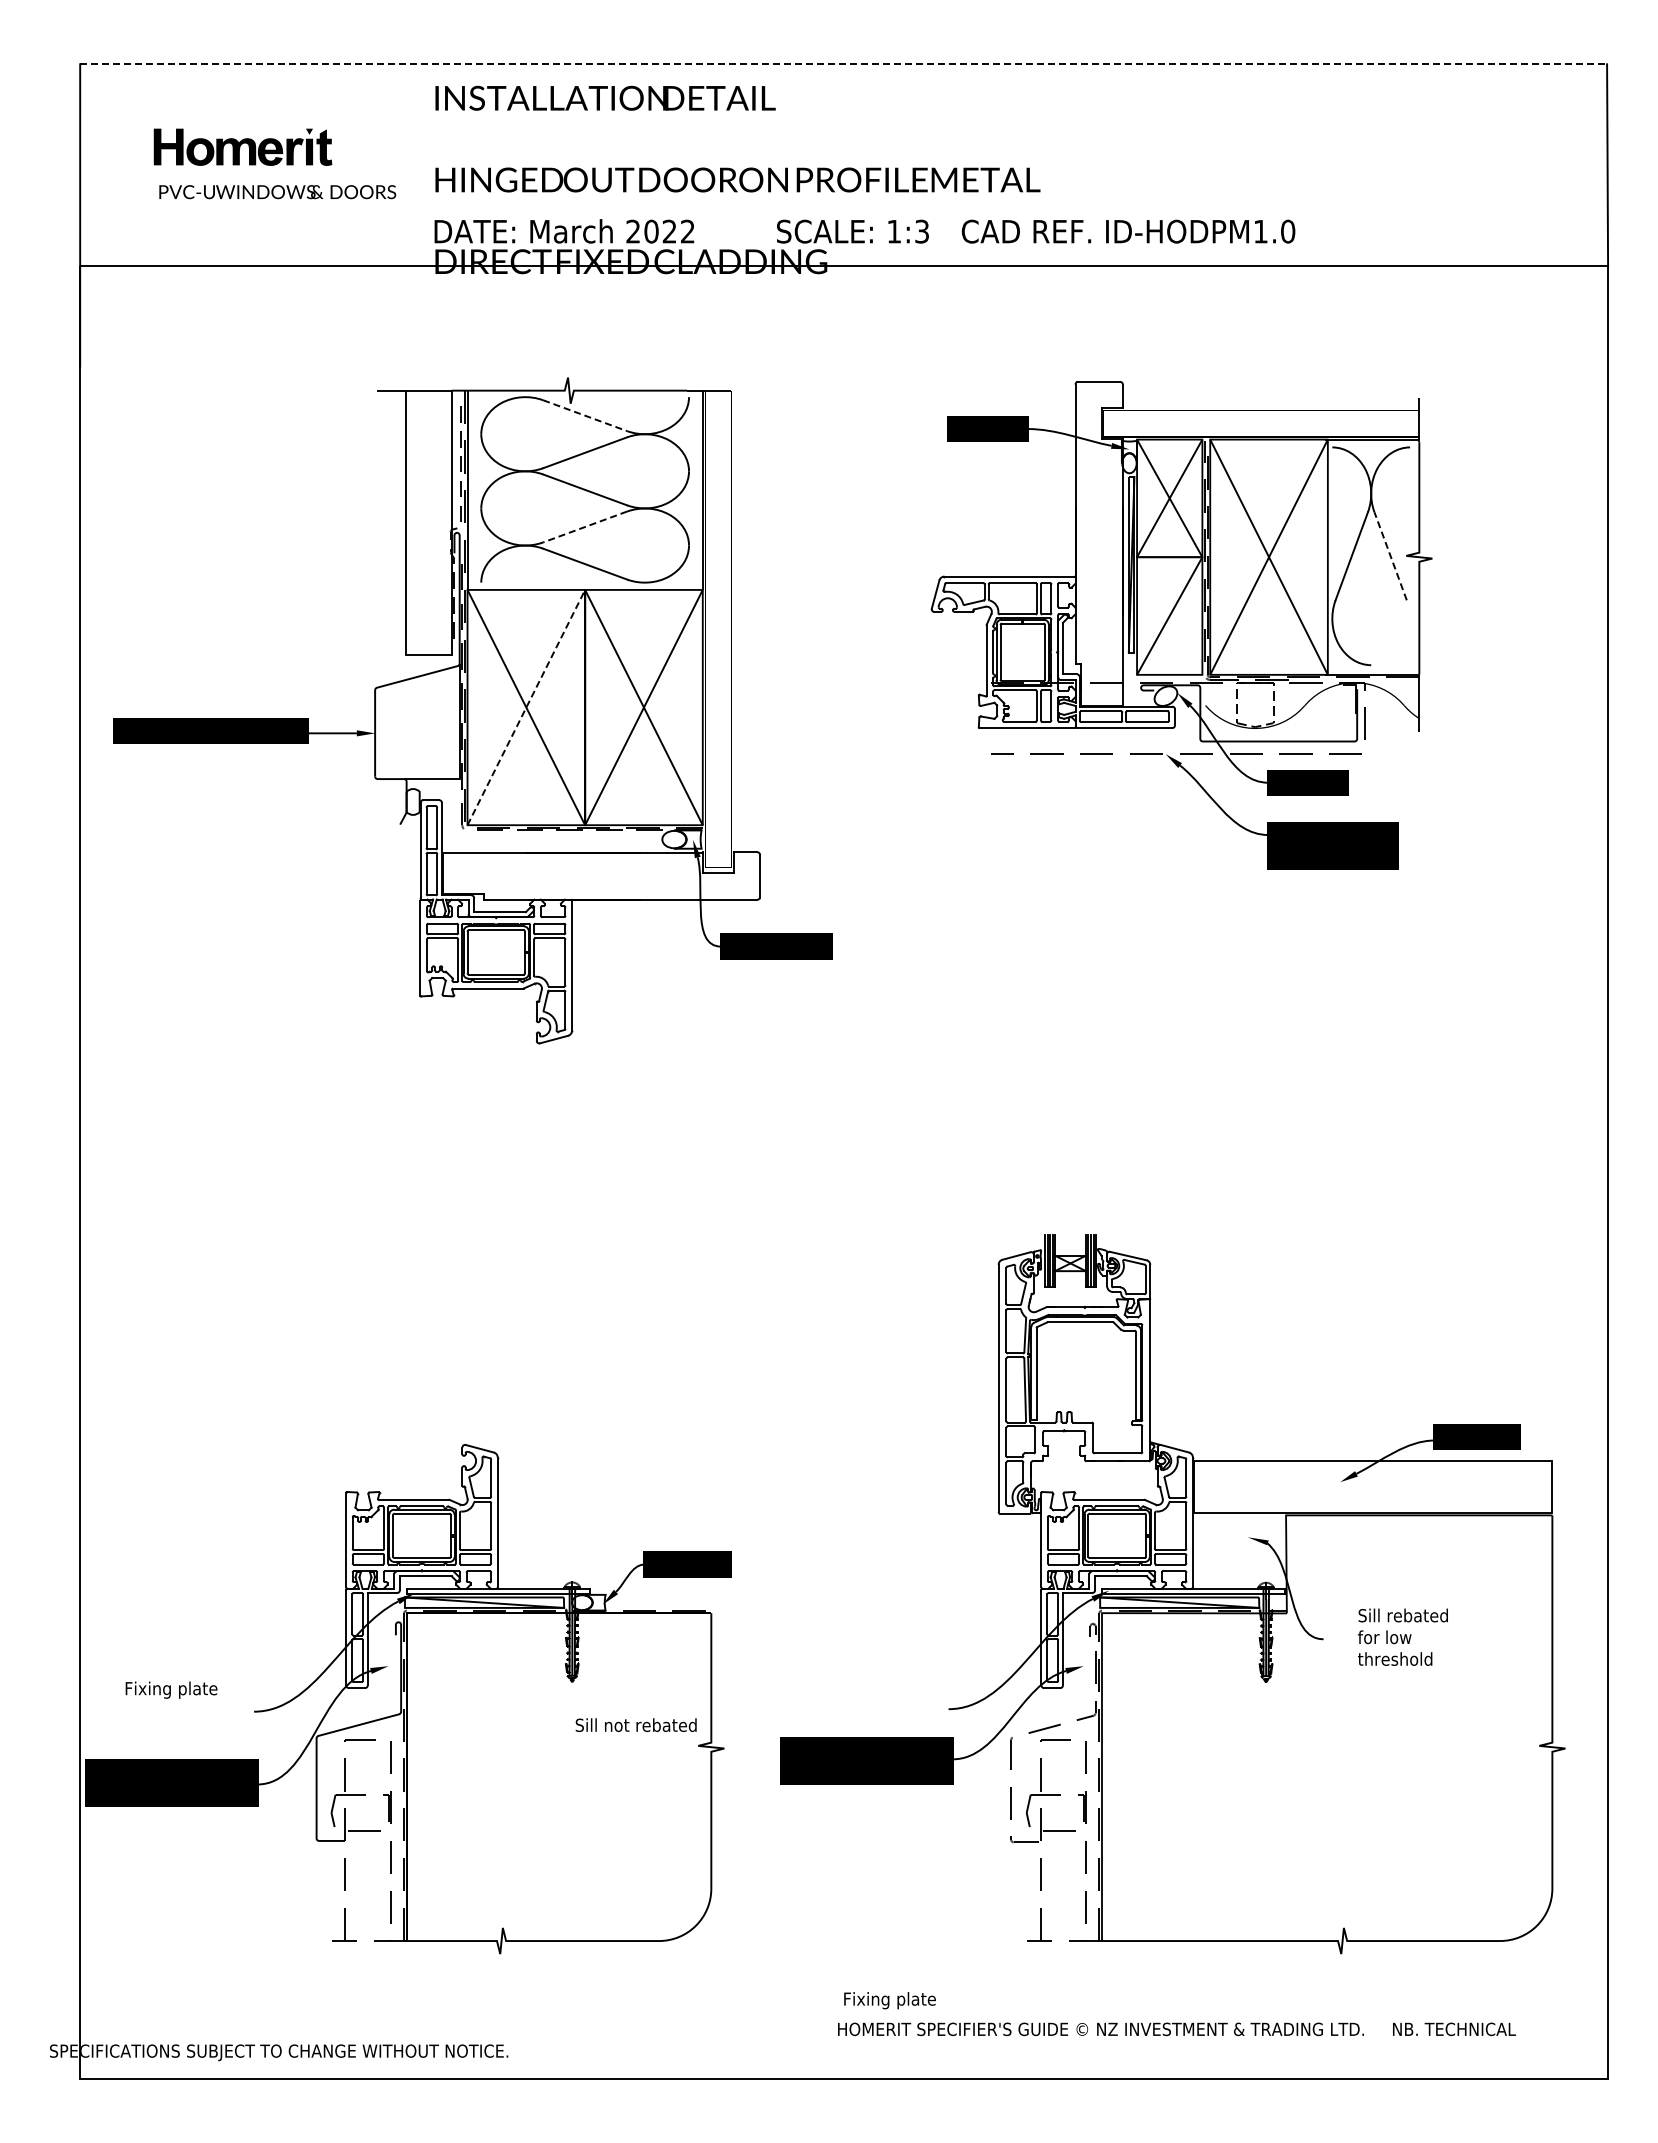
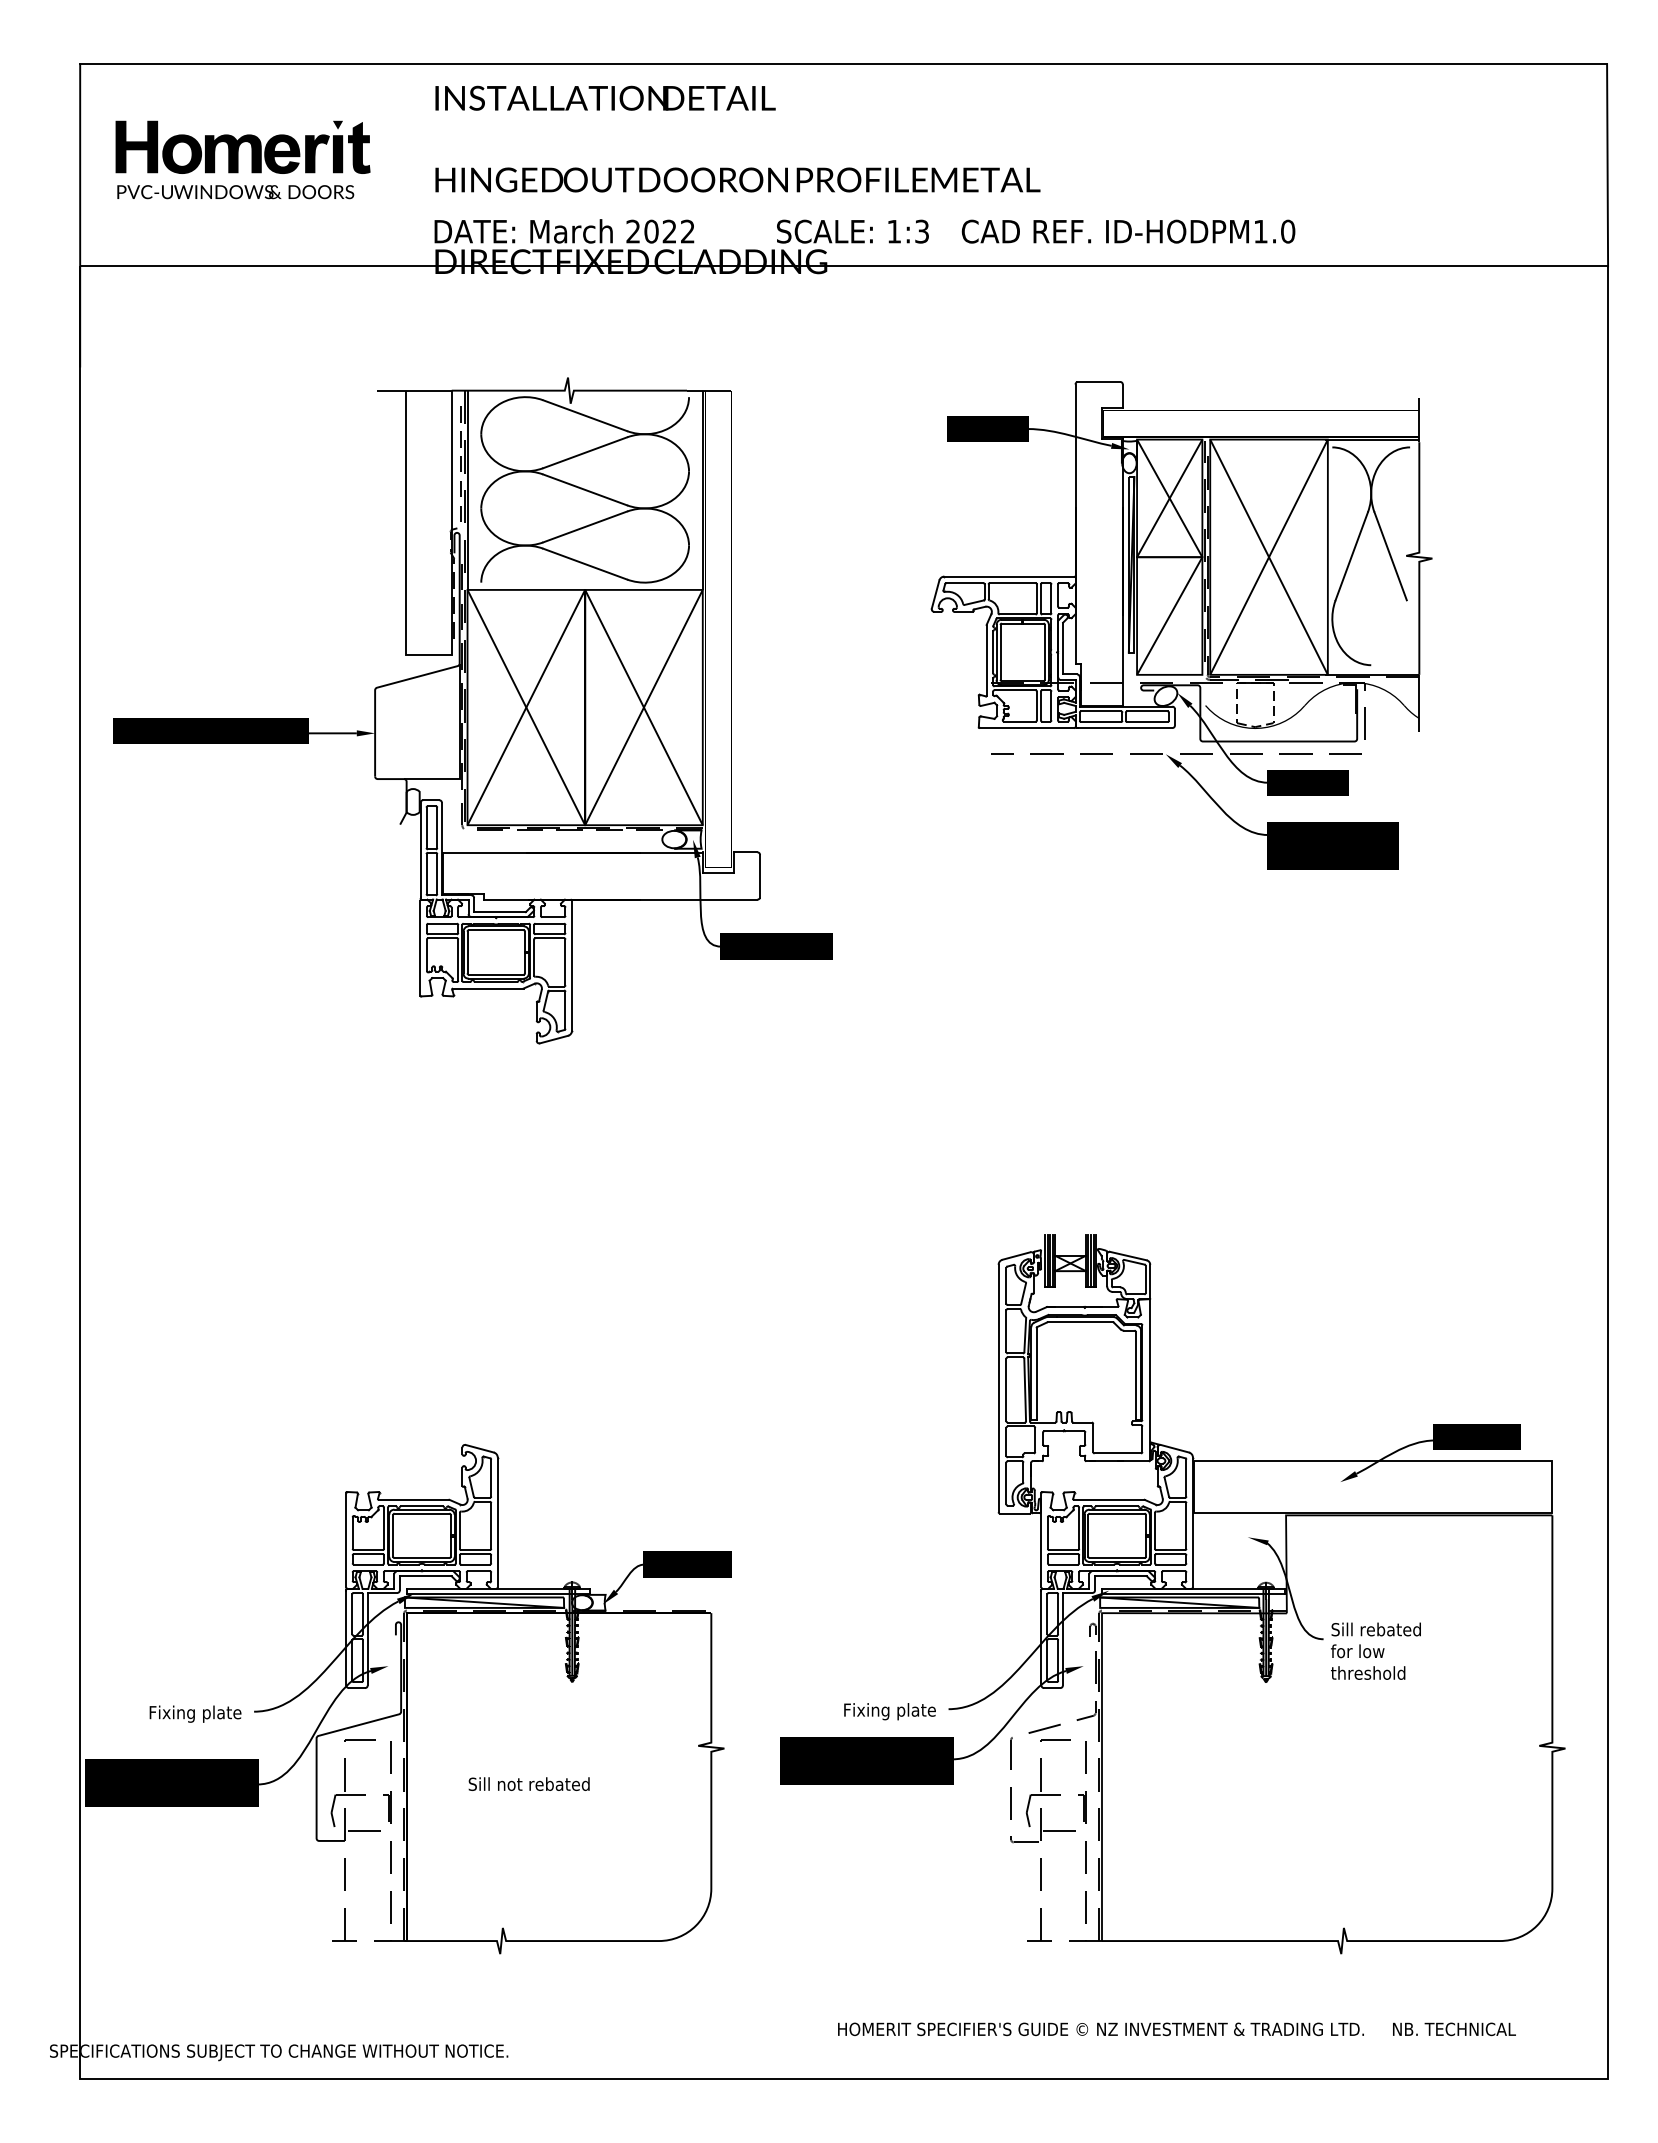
line at (844, 64): dashed -> solid
part at (242, 146) size: 180x38 px -> 256x54 px
text at (277, 192) position: (277, 192) -> (235, 192)
line at (585, 415): dashed -> solid
line at (585, 526): dashed -> solid
line at (1390, 556): dashed -> solid
line at (526, 707): dashed -> solid
text at (1402, 1636) position: (1402, 1636) -> (1375, 1650)
text at (171, 1689) position: (171, 1689) -> (195, 1713)
text at (635, 1724) position: (635, 1724) -> (528, 1783)
text at (889, 2000) position: (889, 2000) -> (889, 1711)
